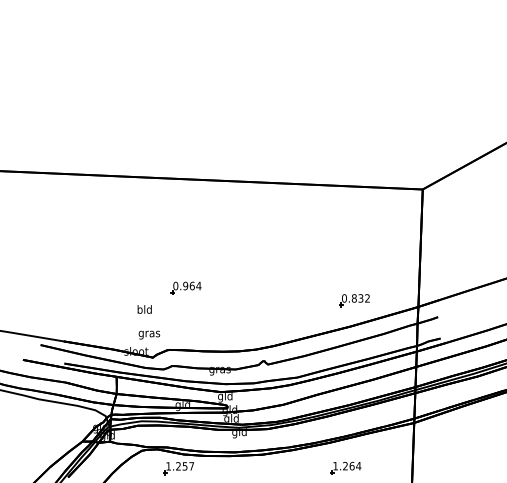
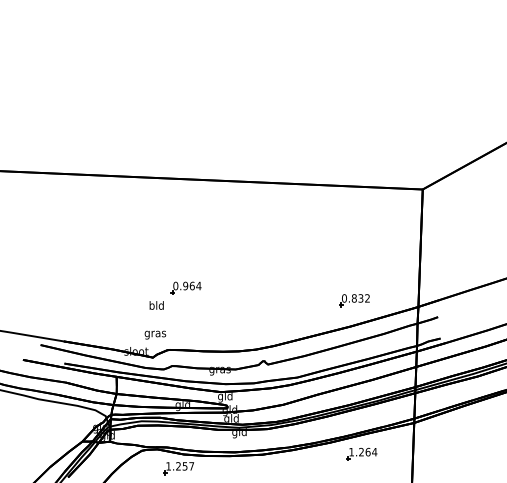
text at (144, 309) position: (144, 309) -> (156, 305)
text at (149, 334) position: (149, 334) -> (155, 334)
part at (345, 467) position: (345, 467) -> (361, 453)
